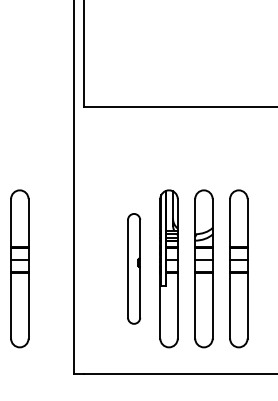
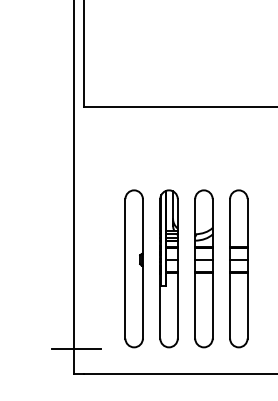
part at (19, 268): present -> none
part at (134, 268) size: 15x112 px -> 20x160 px
line at (76, 349): none -> present
